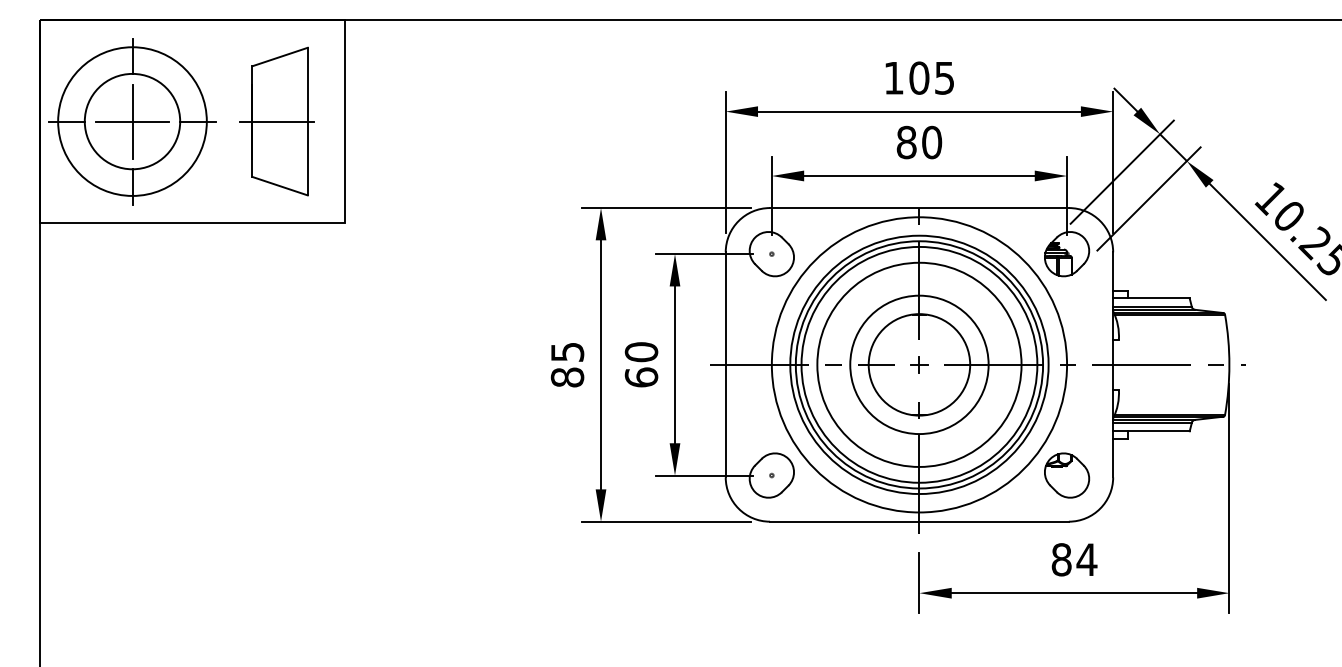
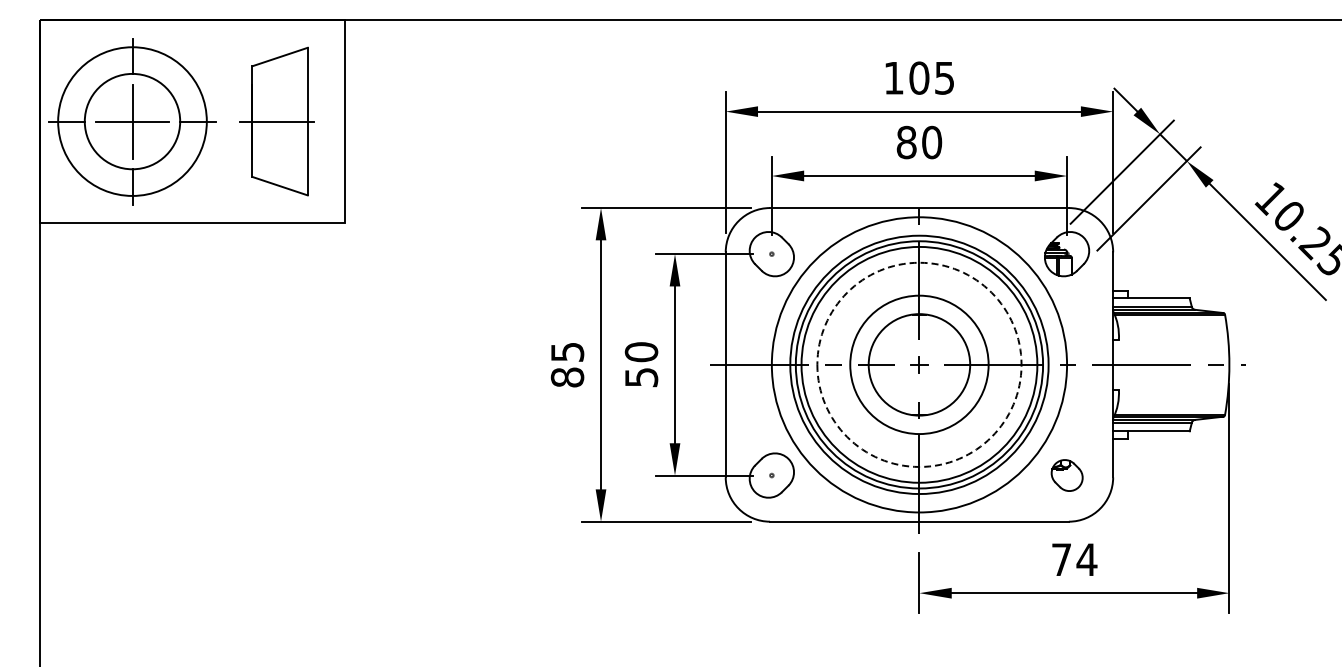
circle at (919, 364): solid -> dashed
text at (641, 377): 60 -> 50
part at (1067, 475) size: 47x47 px -> 34x33 px
text at (1061, 559): 84 -> 74
